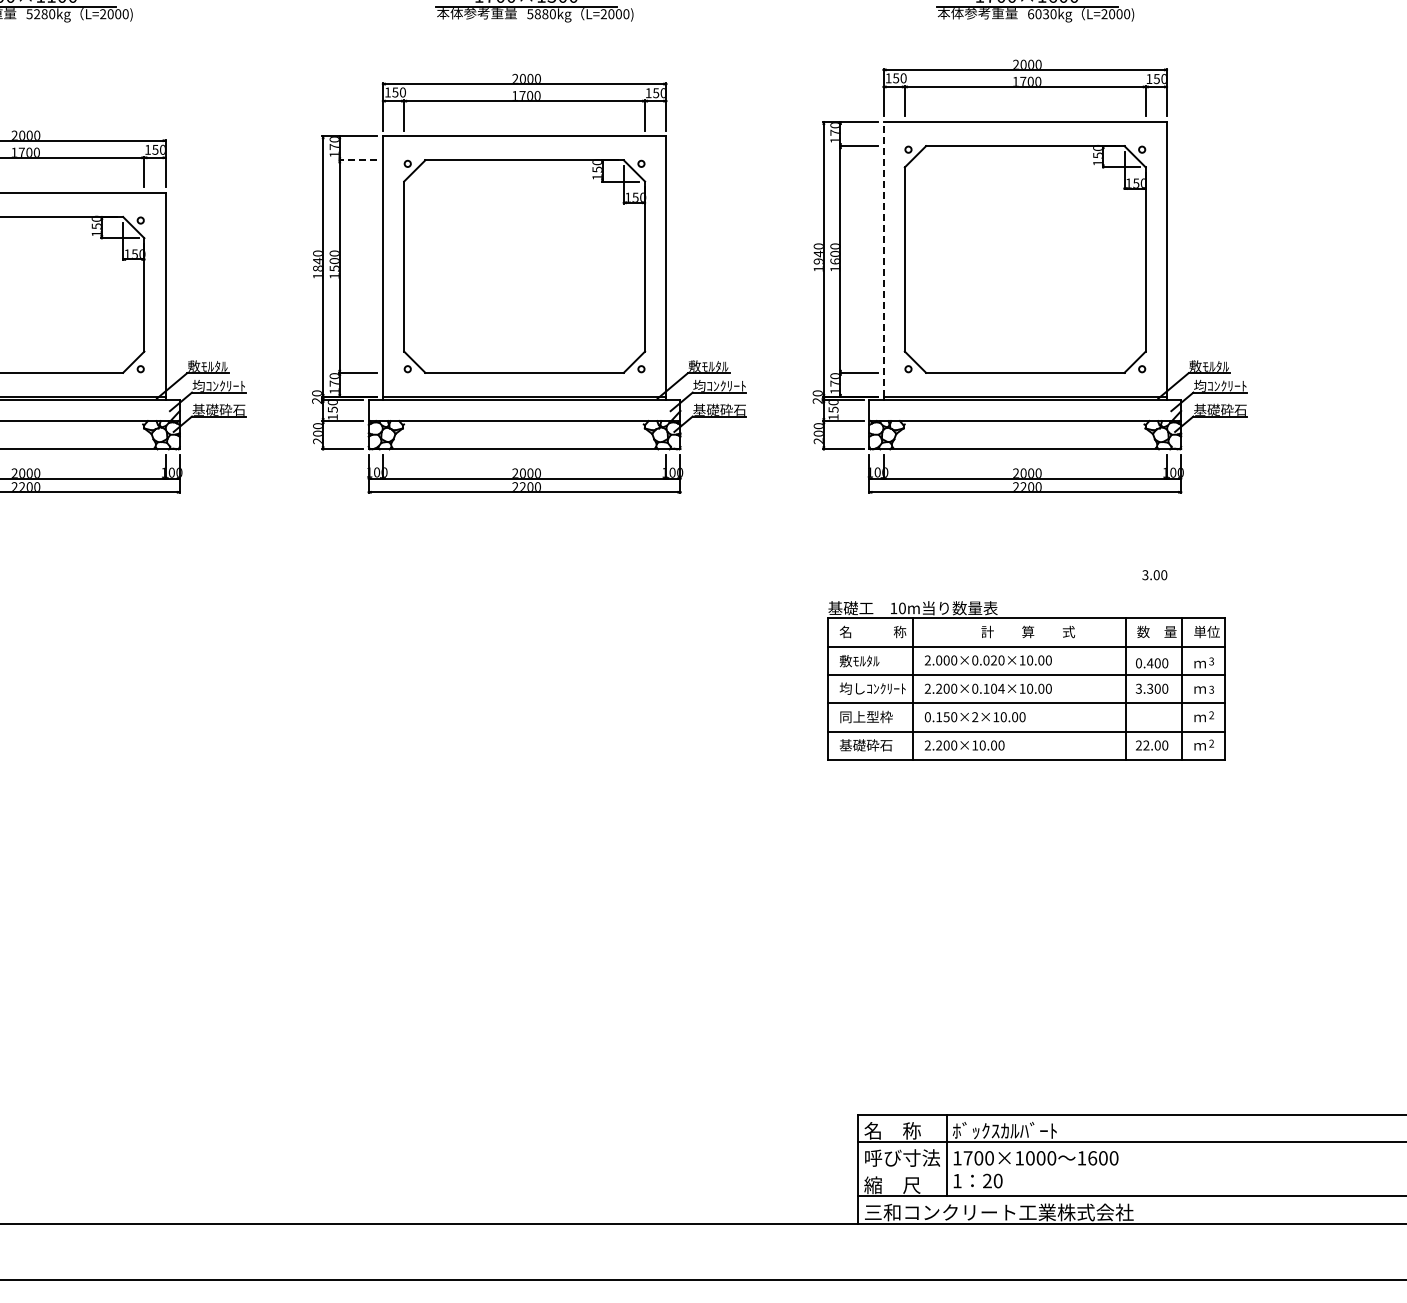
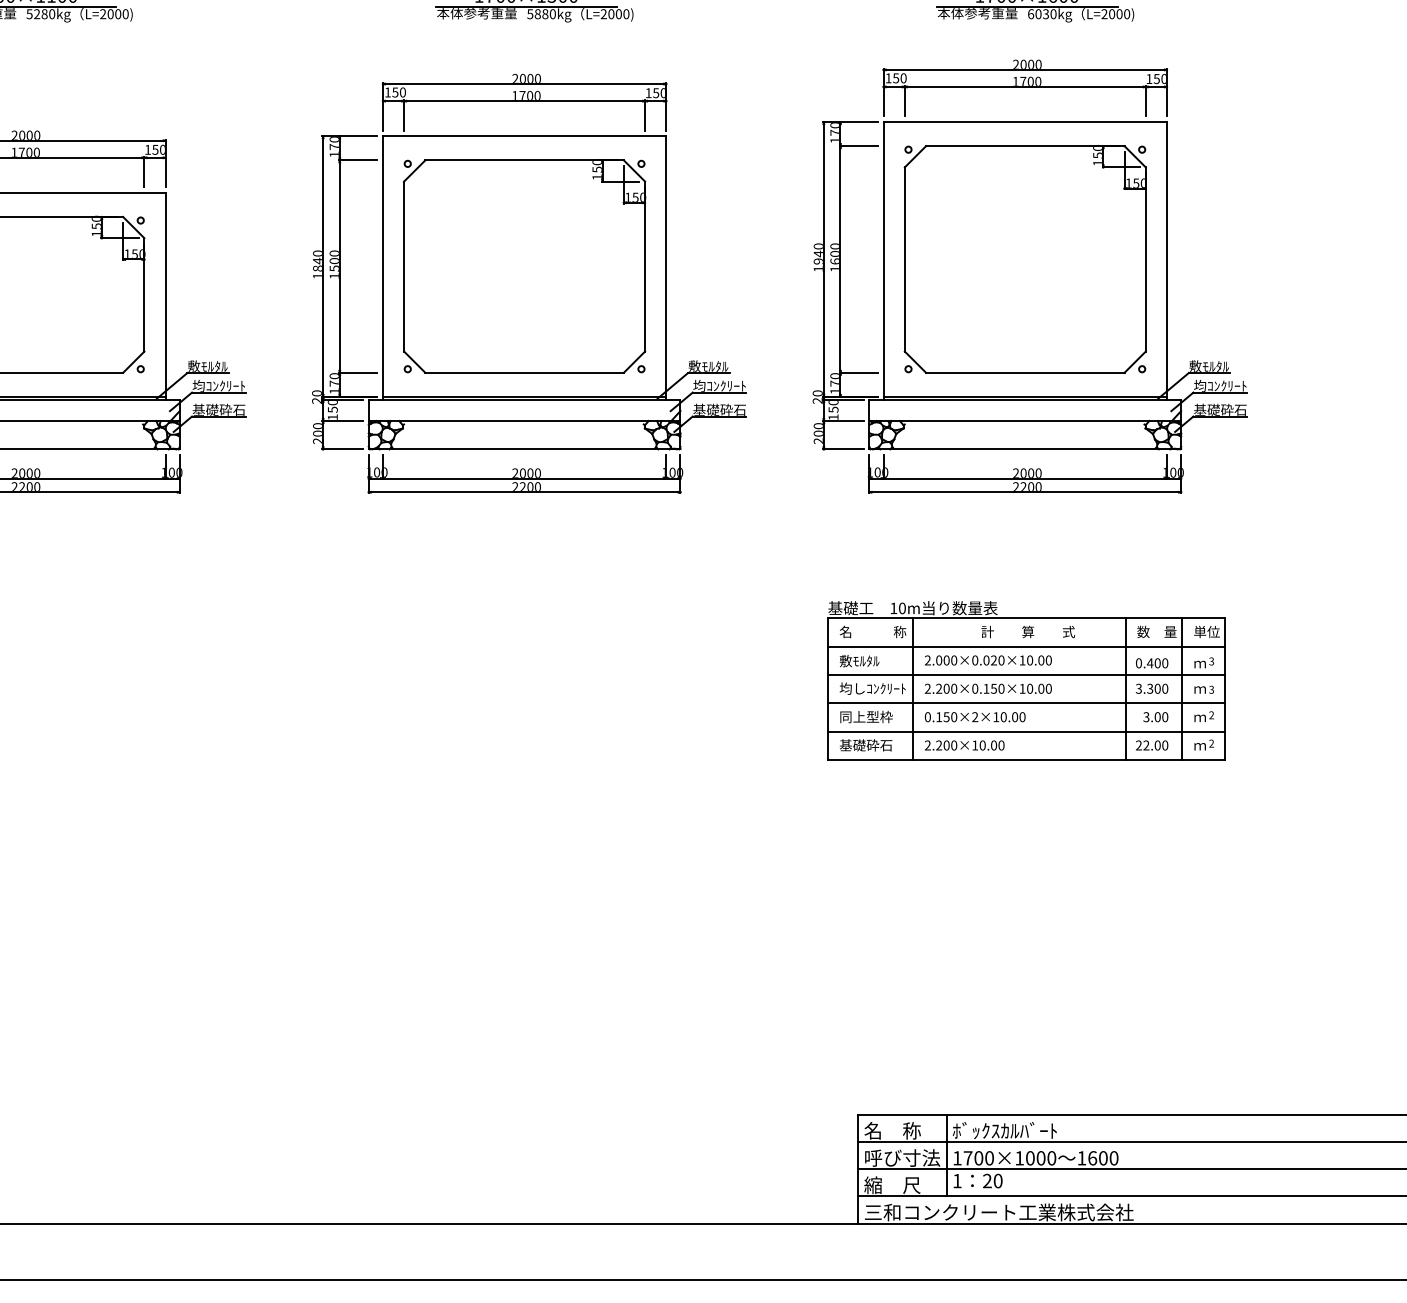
line at (357, 160): dashed -> solid
line at (883, 258): dashed -> solid
text at (1154, 575) position: (1154, 575) -> (1155, 717)
text at (997, 688): 2.200×0.104×10.00 -> 2.200×0.150×10.00
line at (1130, 1169): none -> present
